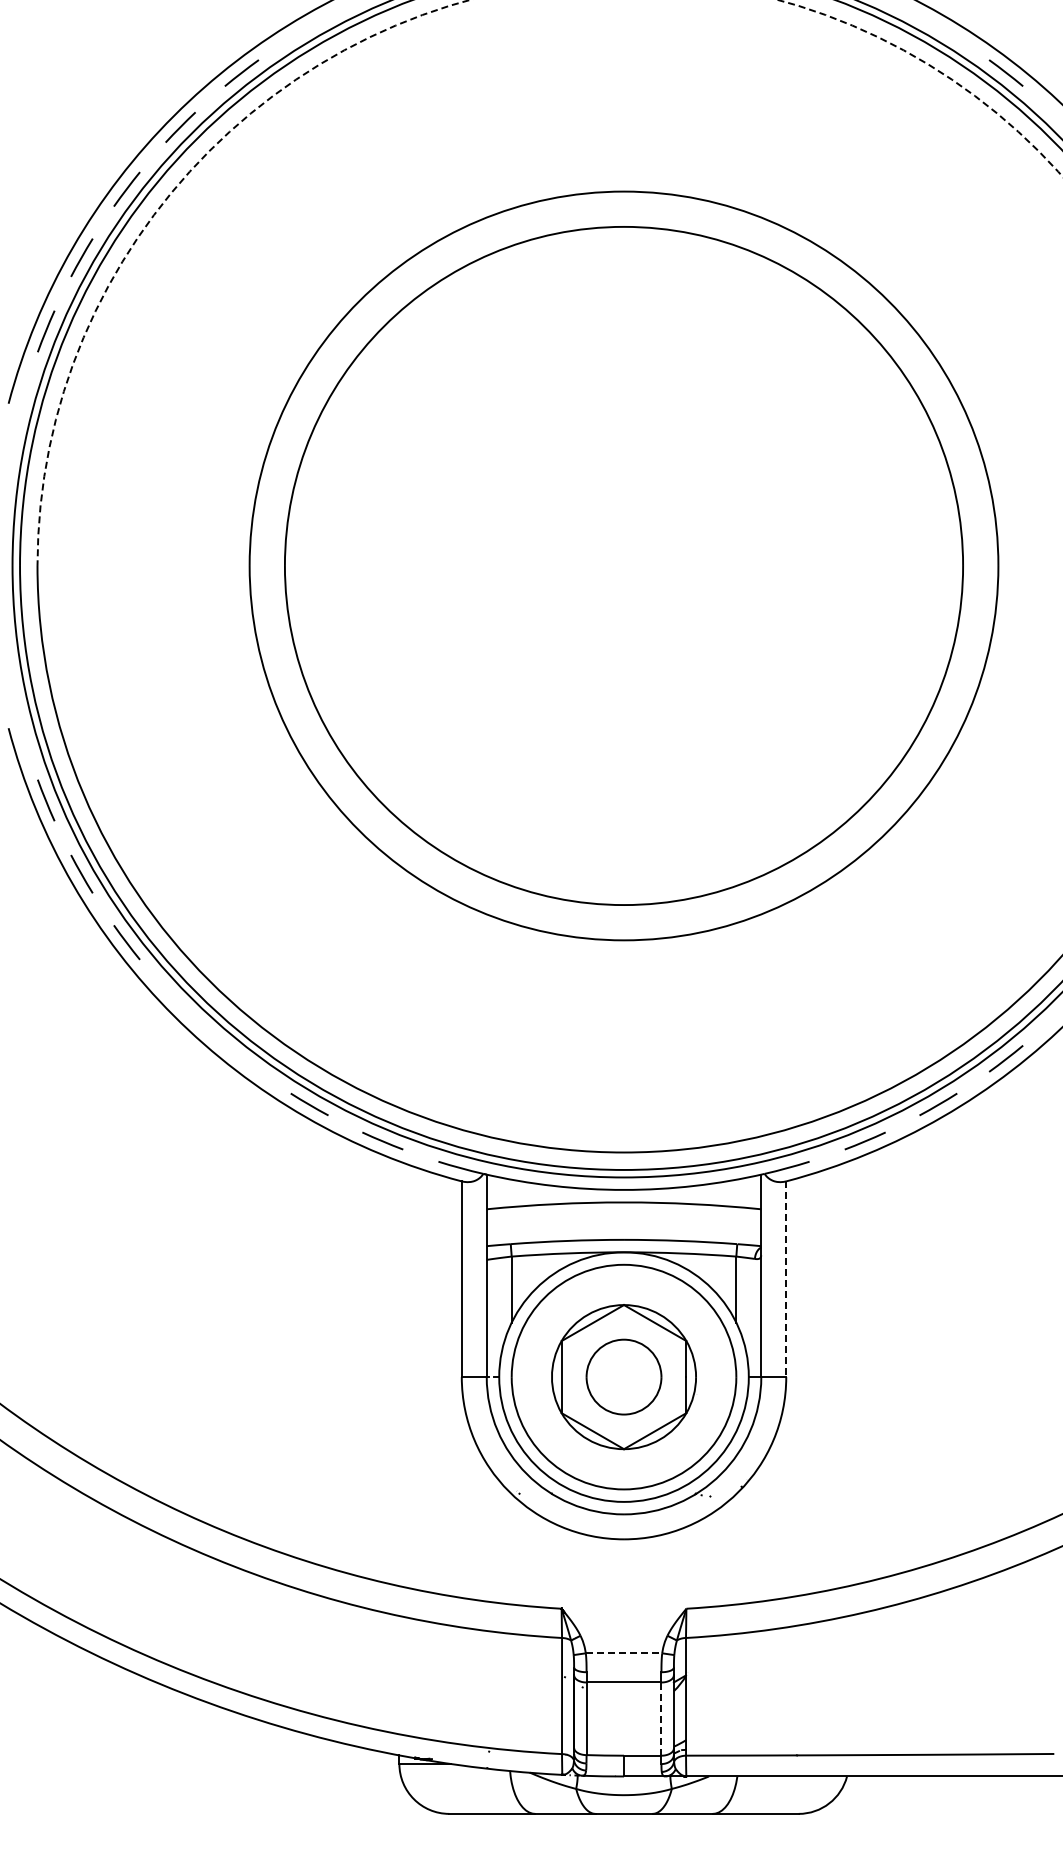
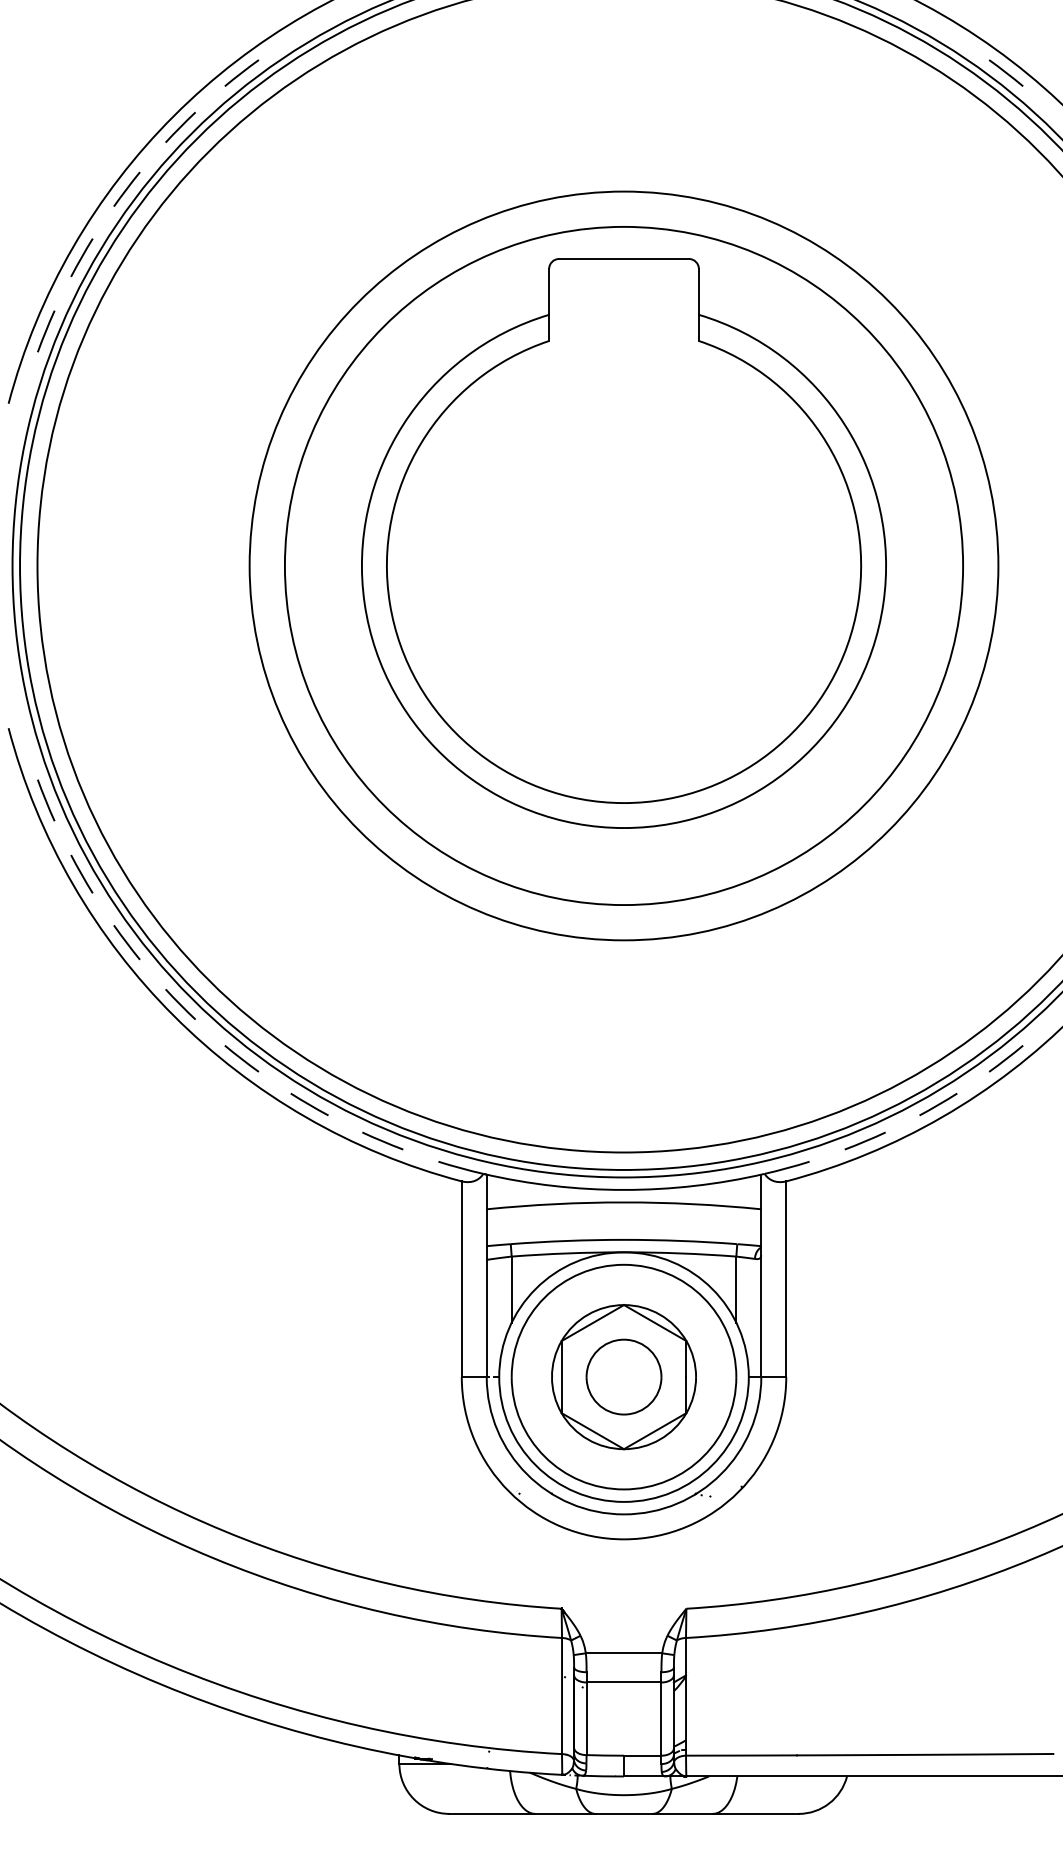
arc at (278, 92): dashed -> solid
part at (623, 543): none -> present
line at (180, 1004): none -> present
line at (241, 1058): none -> present
line at (786, 1279): dashed -> solid
line at (624, 1653): dashed -> solid
line at (661, 1719): dashed -> solid
